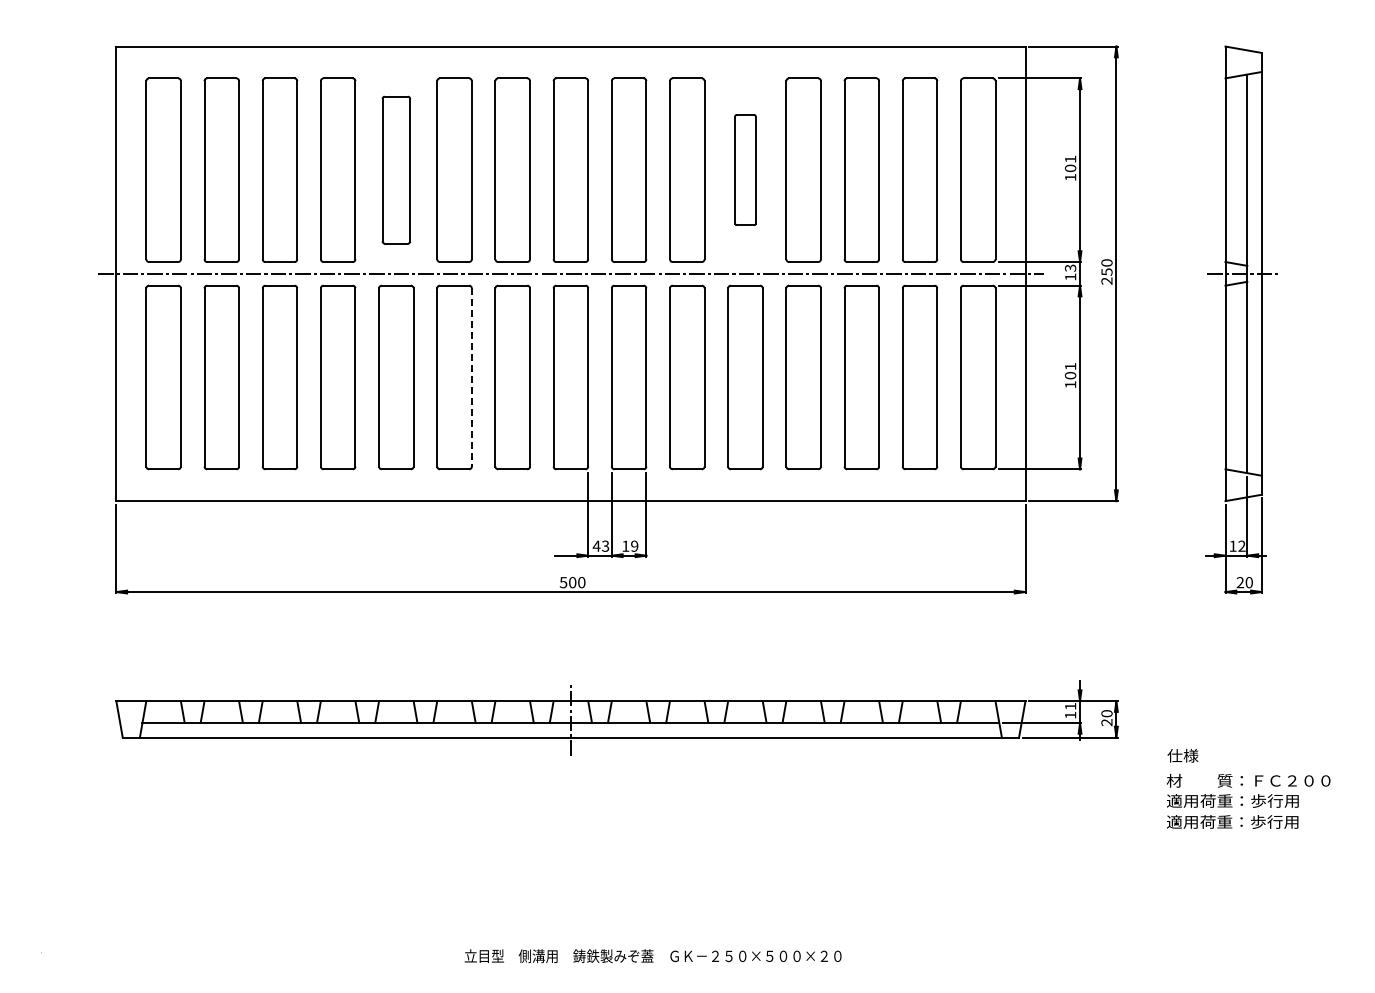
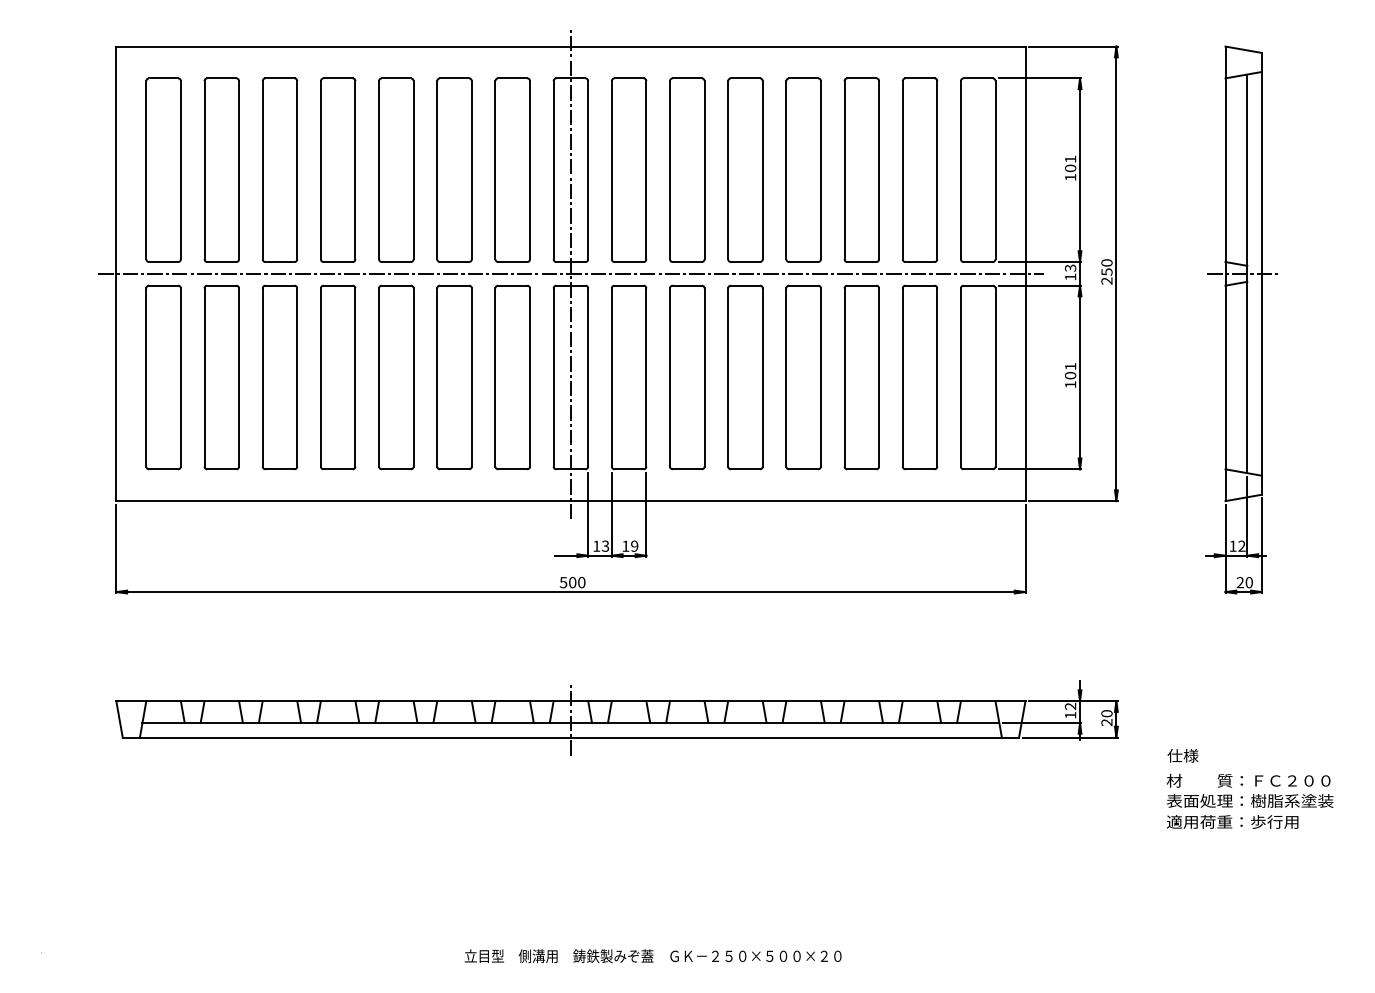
part at (395, 169) size: 30x150 px -> 37x186 px
part at (745, 169) size: 23x112 px -> 37x186 px
line at (570, 273): none -> present
line at (471, 378): dashed -> solid
text at (596, 545): 43 -> 13
text at (1070, 706): 11 -> 12
text at (1250, 800): 適用荷重：歩行用 -> 表面処理：樹脂系塗装
